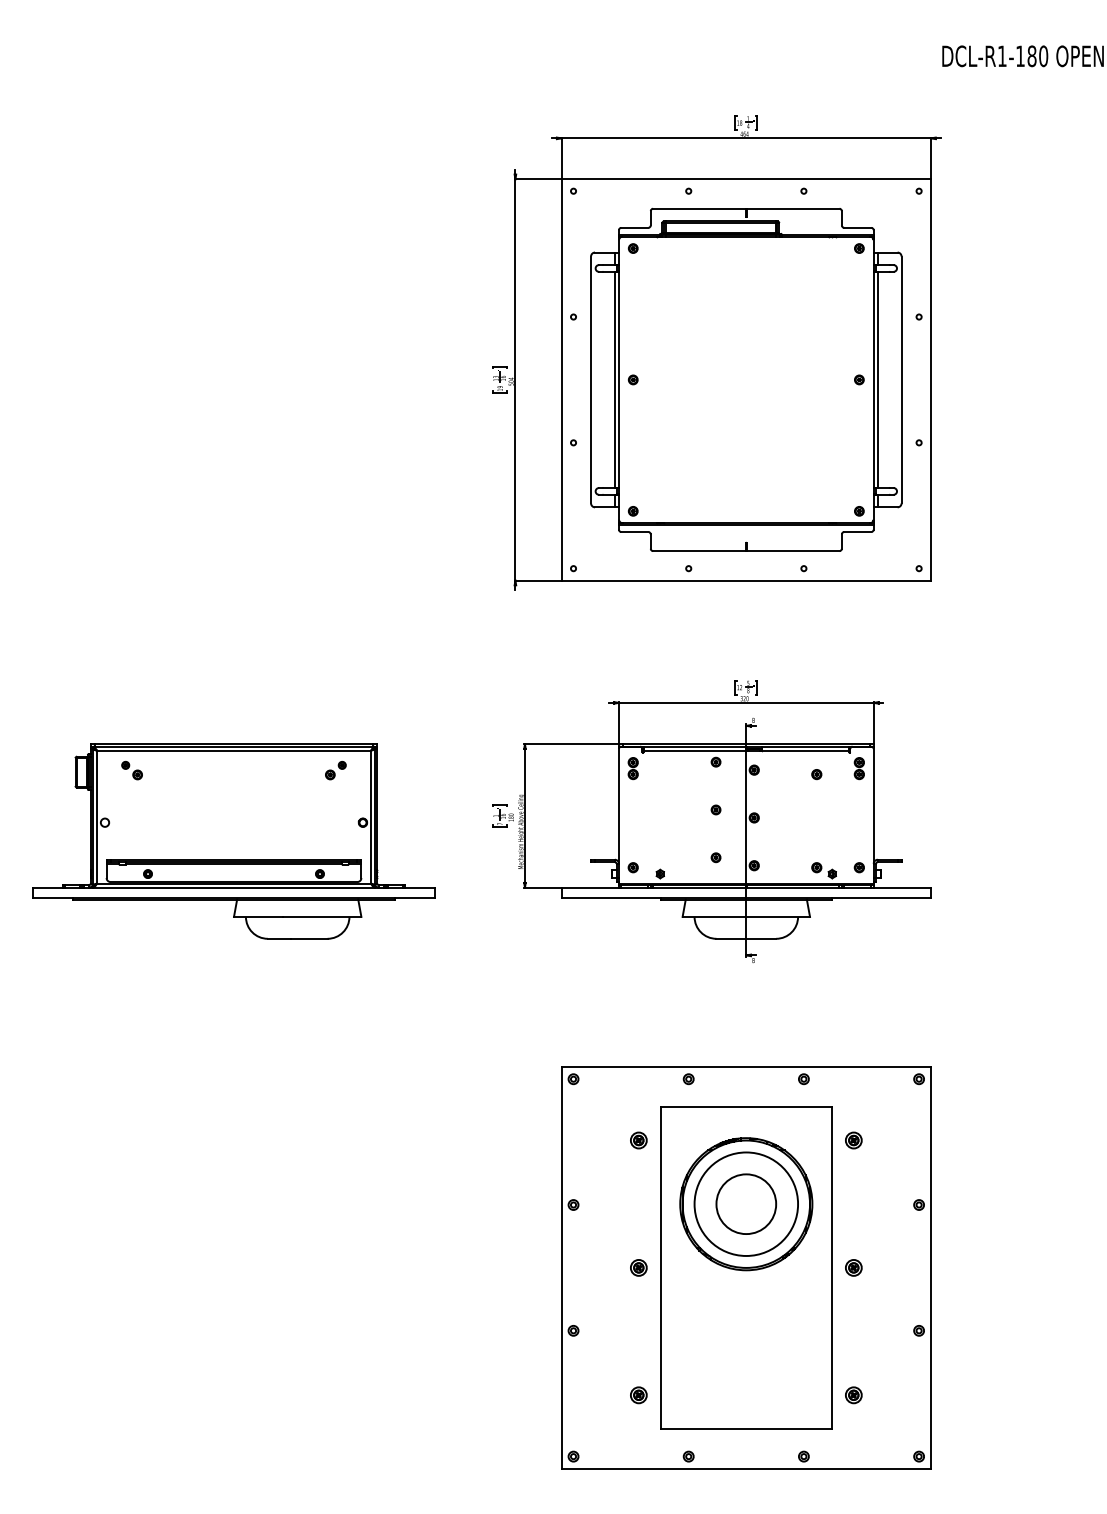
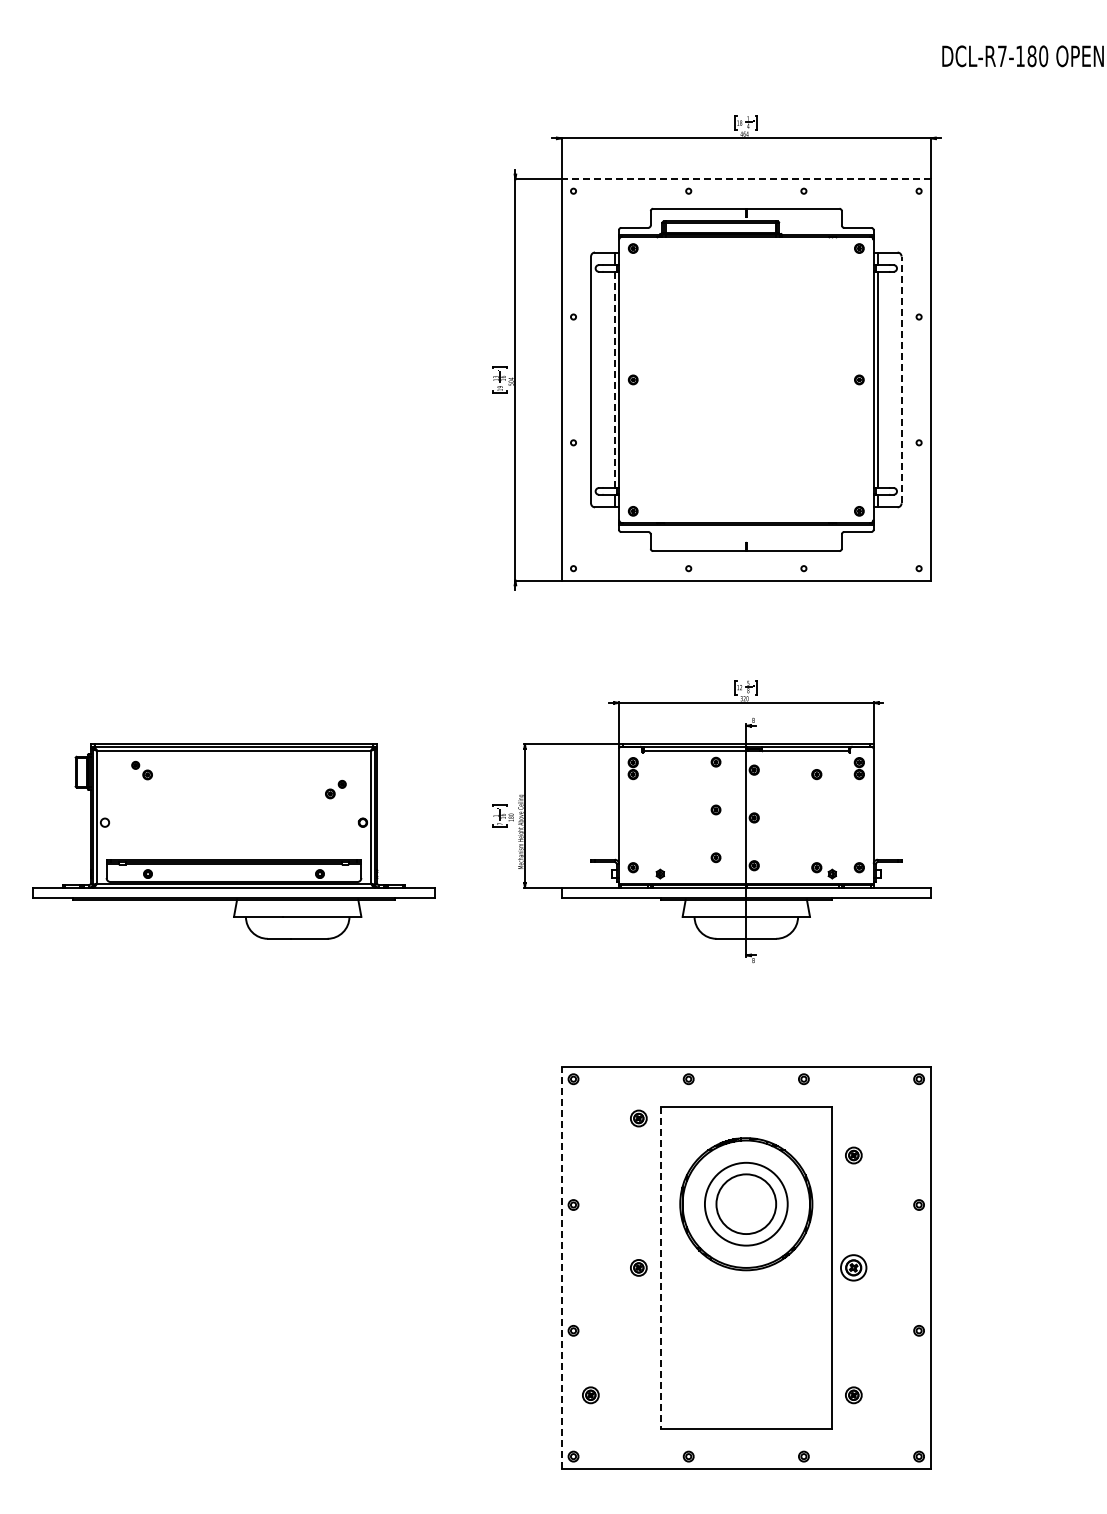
text at (1002, 55): DCL-R1-180 -> DCL-R7-180
line at (746, 179): solid -> dashed
line at (614, 379): solid -> dashed
line at (901, 379): solid -> dashed
part at (131, 770) position: (131, 770) -> (141, 770)
part at (335, 770) position: (335, 770) -> (335, 789)
part at (638, 1140) position: (638, 1140) -> (638, 1118)
part at (853, 1140) position: (853, 1140) -> (853, 1155)
circle at (746, 1203) diameter: 104 px -> 83 px
line at (561, 1267): solid -> dashed
line at (661, 1267): solid -> dashed
part at (853, 1267) size: 18x18 px -> 28x28 px
part at (638, 1395) position: (638, 1395) -> (590, 1395)
